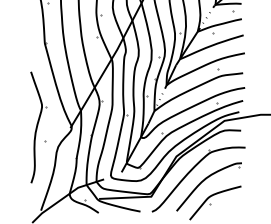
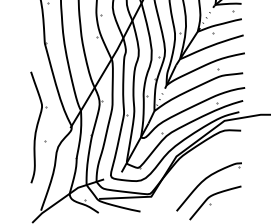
part at (191, 171): present -> none
